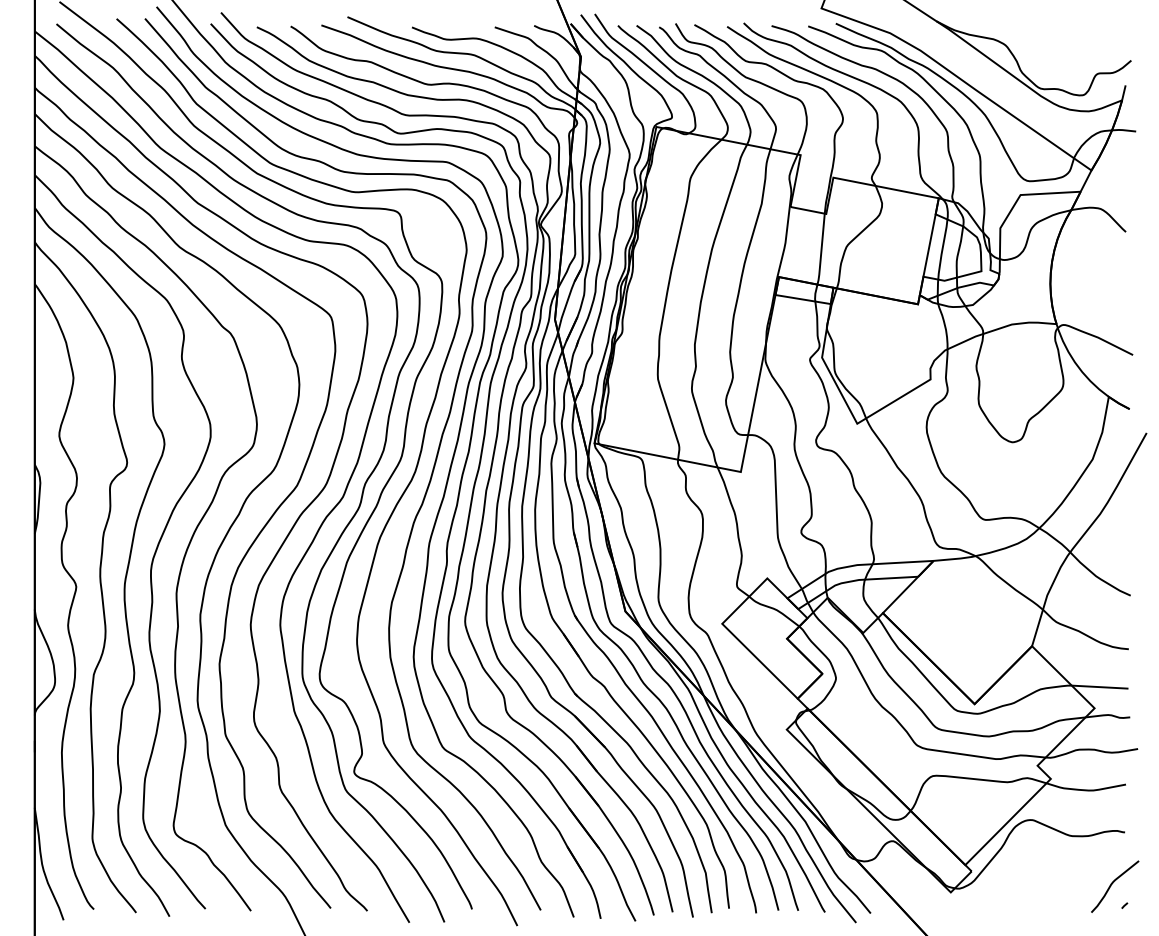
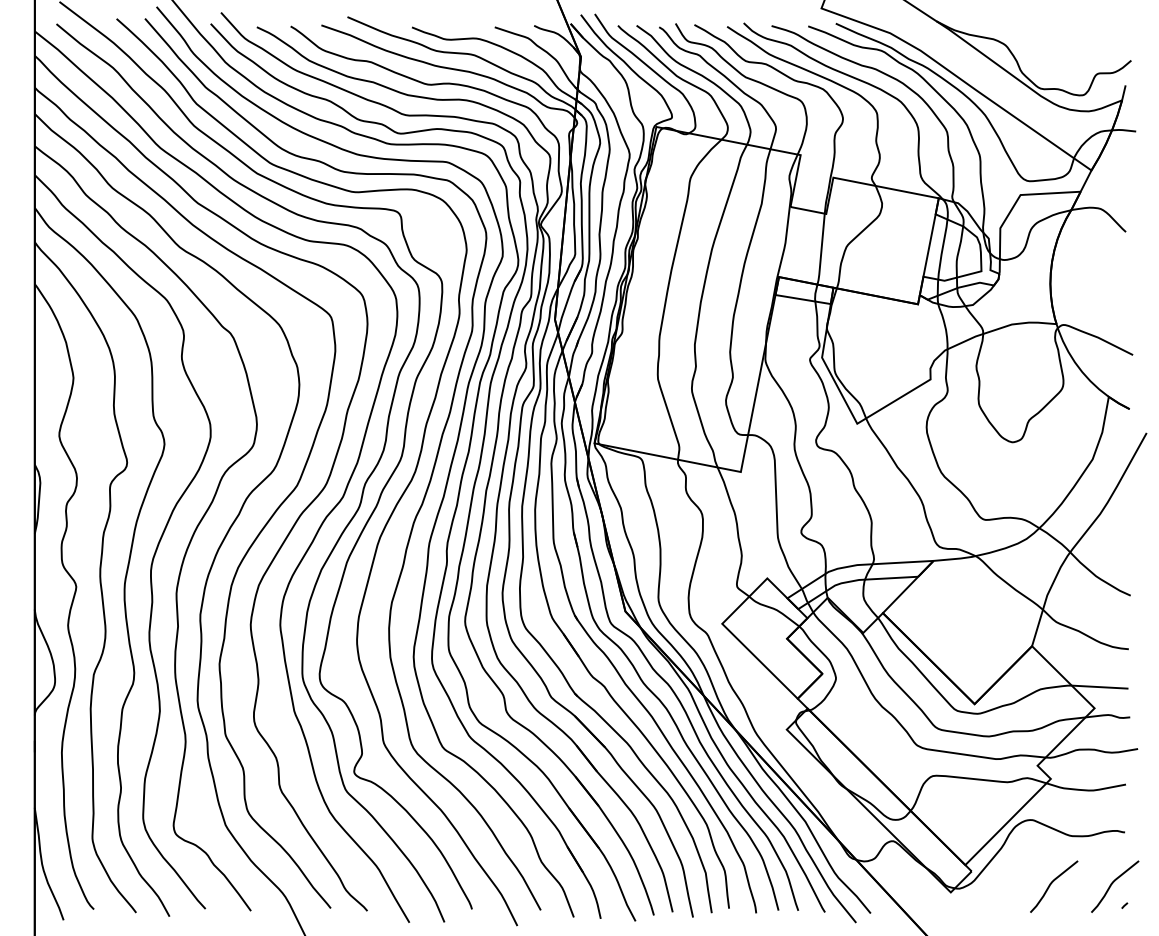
curve at (1052, 883): none -> present
